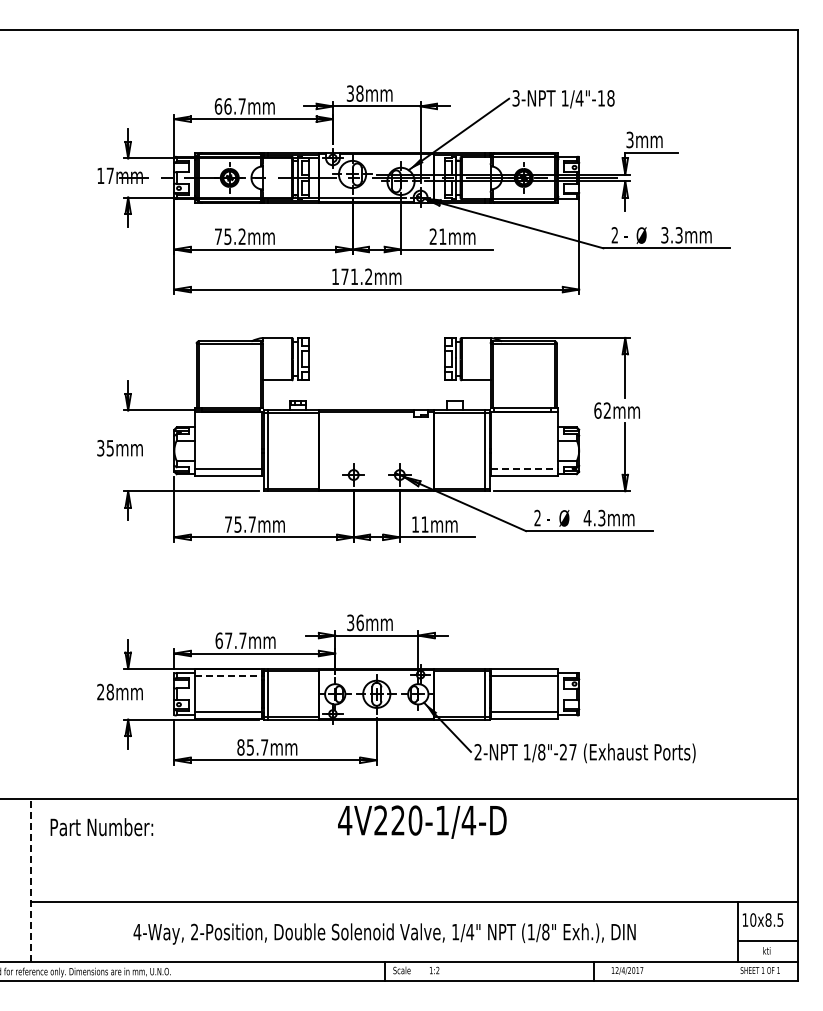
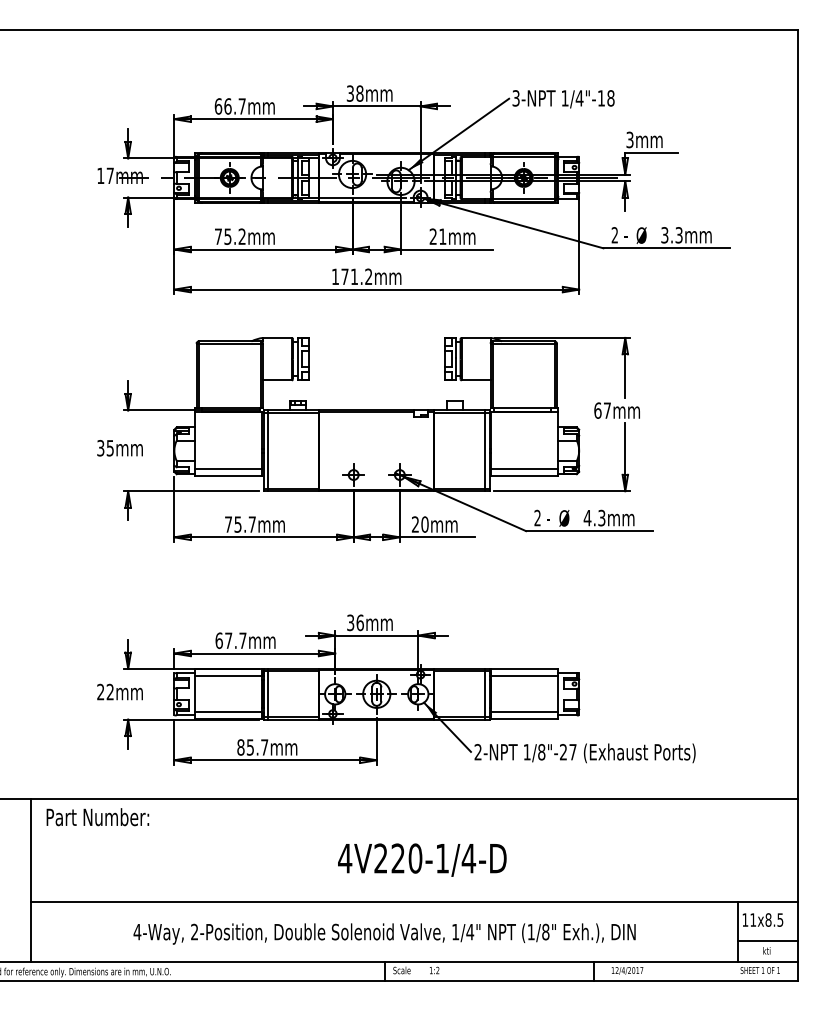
text at (606, 410): 62mm -> 67mm
line at (524, 469): dashed -> solid
text at (419, 524): 11mm -> 20mm
line at (228, 676): dashed -> solid
text at (109, 692): 28mm -> 22mm
text at (422, 821) position: (422, 821) -> (422, 859)
text at (101, 827) position: (101, 827) -> (97, 817)
line at (31, 880): dashed -> solid
text at (753, 919): 10x8.5 -> 11x8.5
